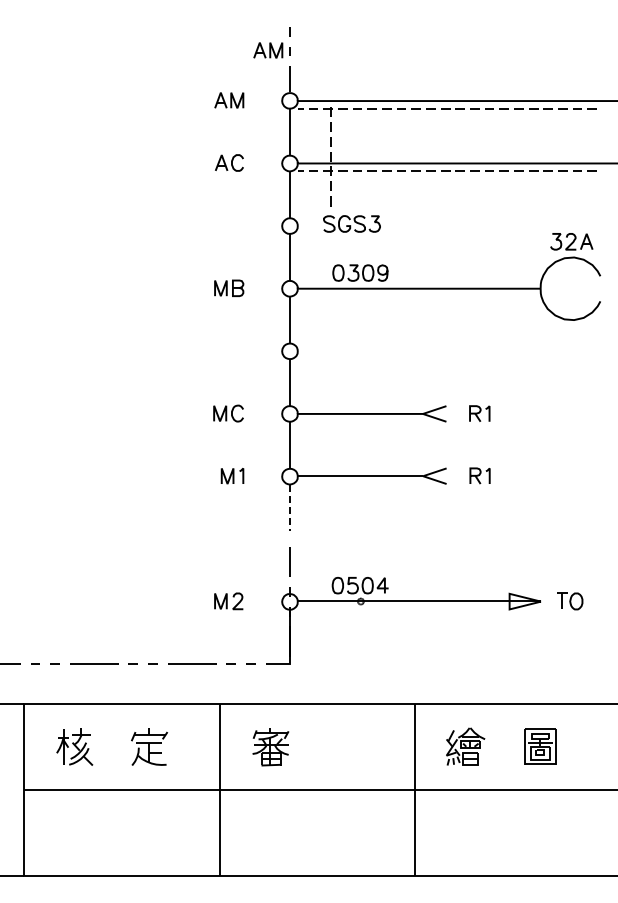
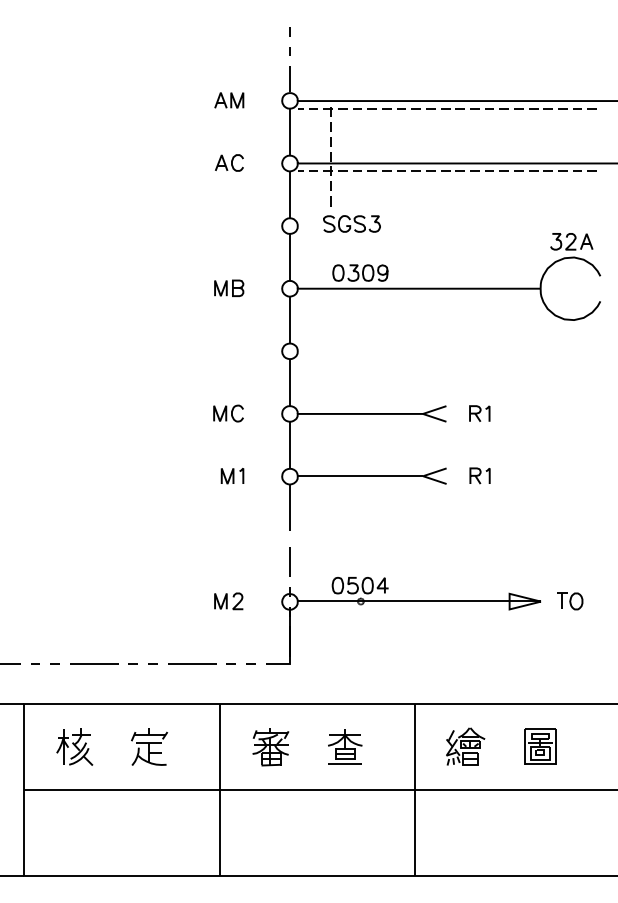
part at (268, 50): present -> none
line at (289, 508): dashed -> solid
part at (345, 746): none -> present
